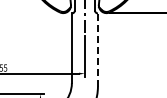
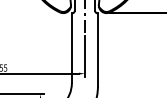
line at (97, 50): dashed -> solid
